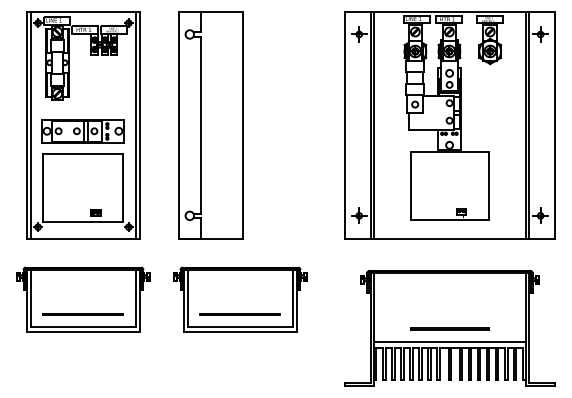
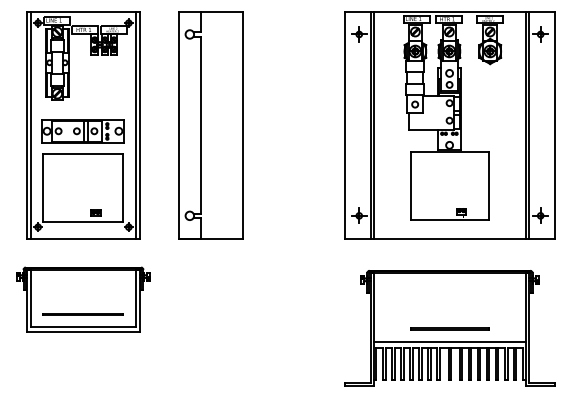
part at (240, 299): present -> none
